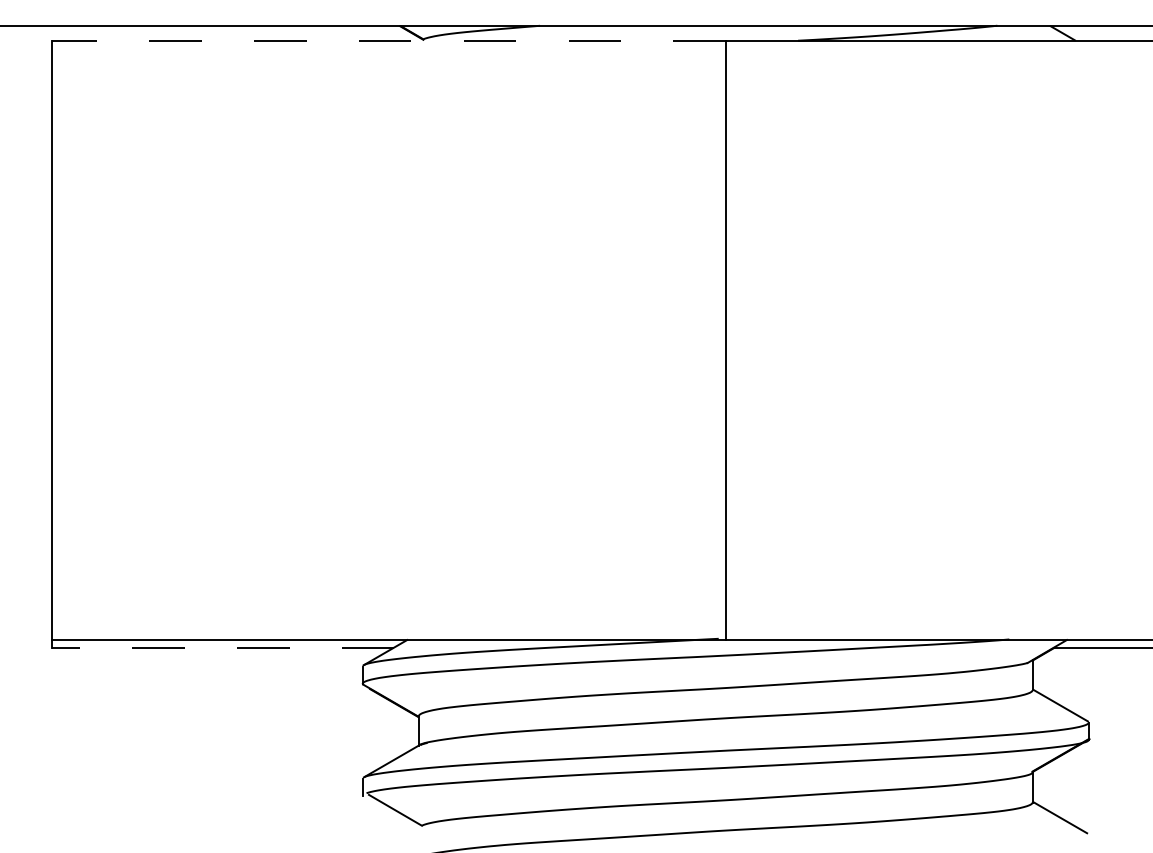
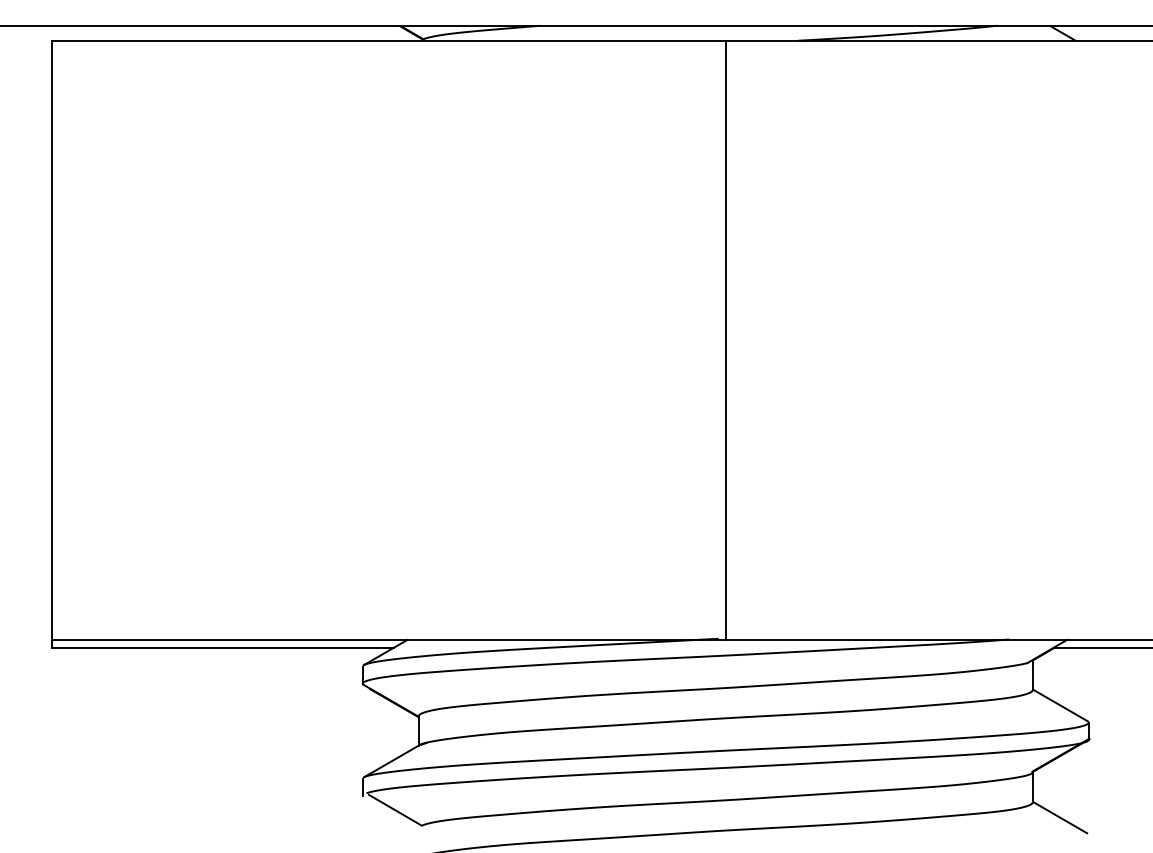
line at (388, 40): dashed -> solid
line at (222, 647): dashed -> solid
